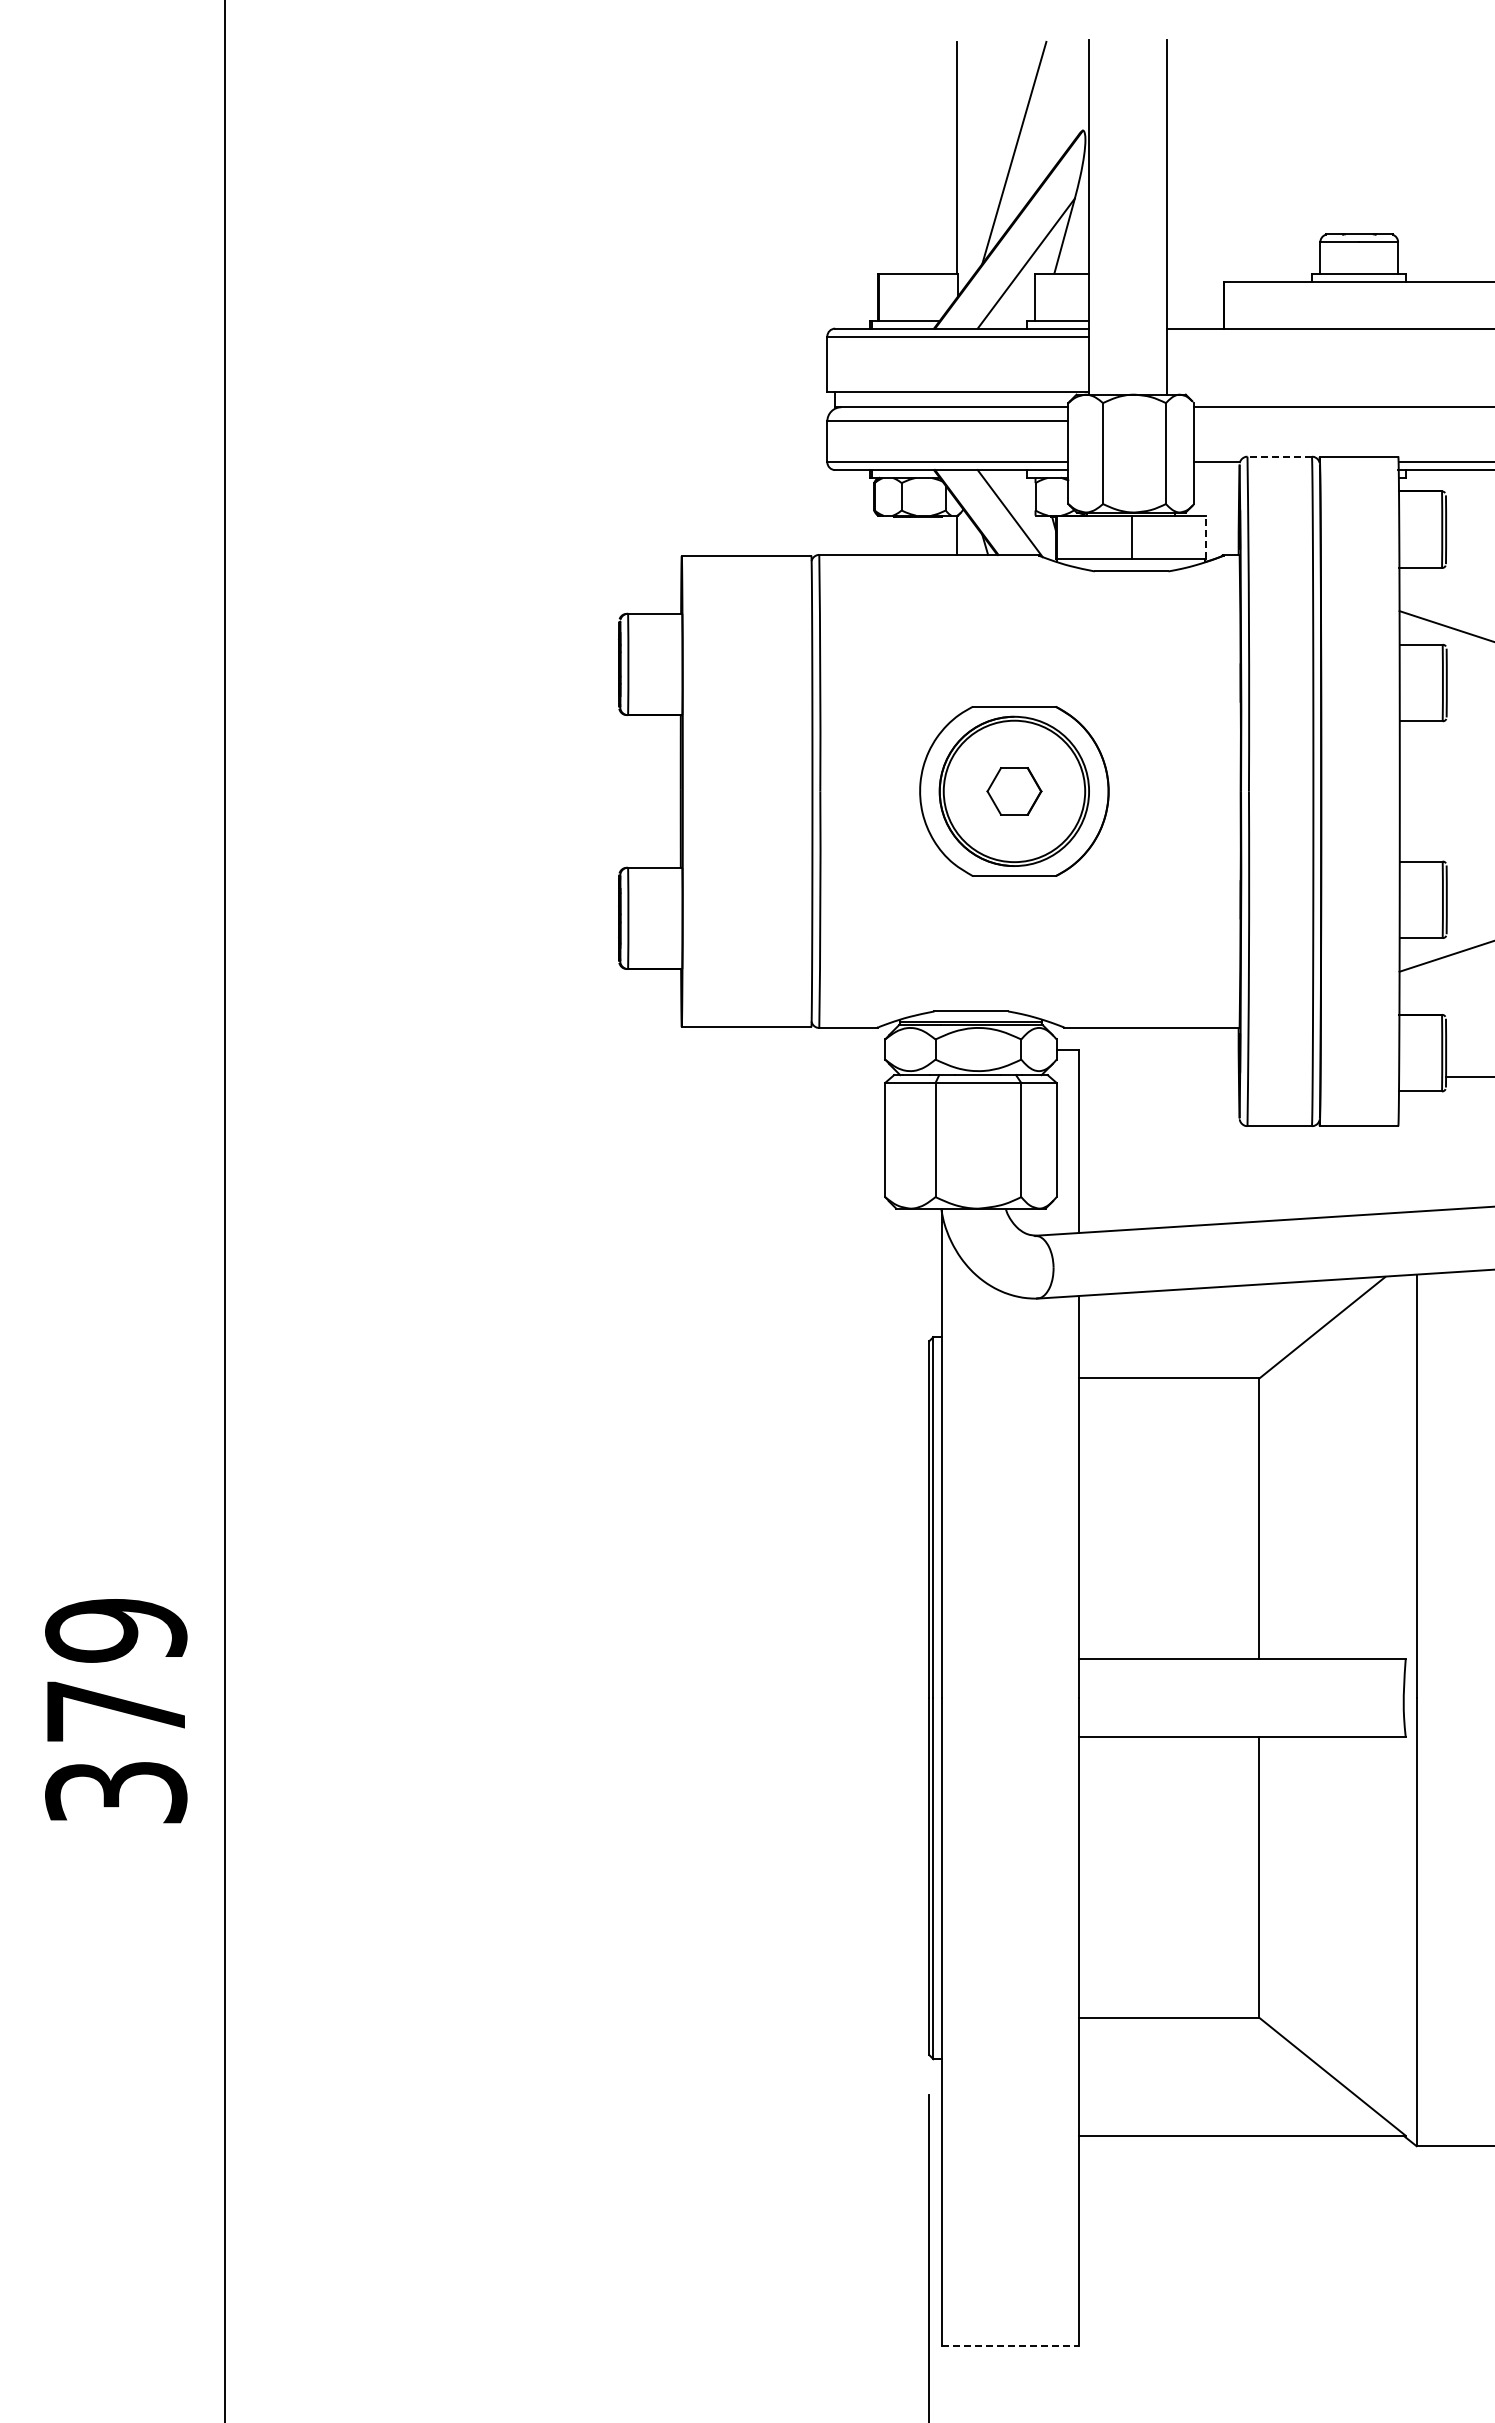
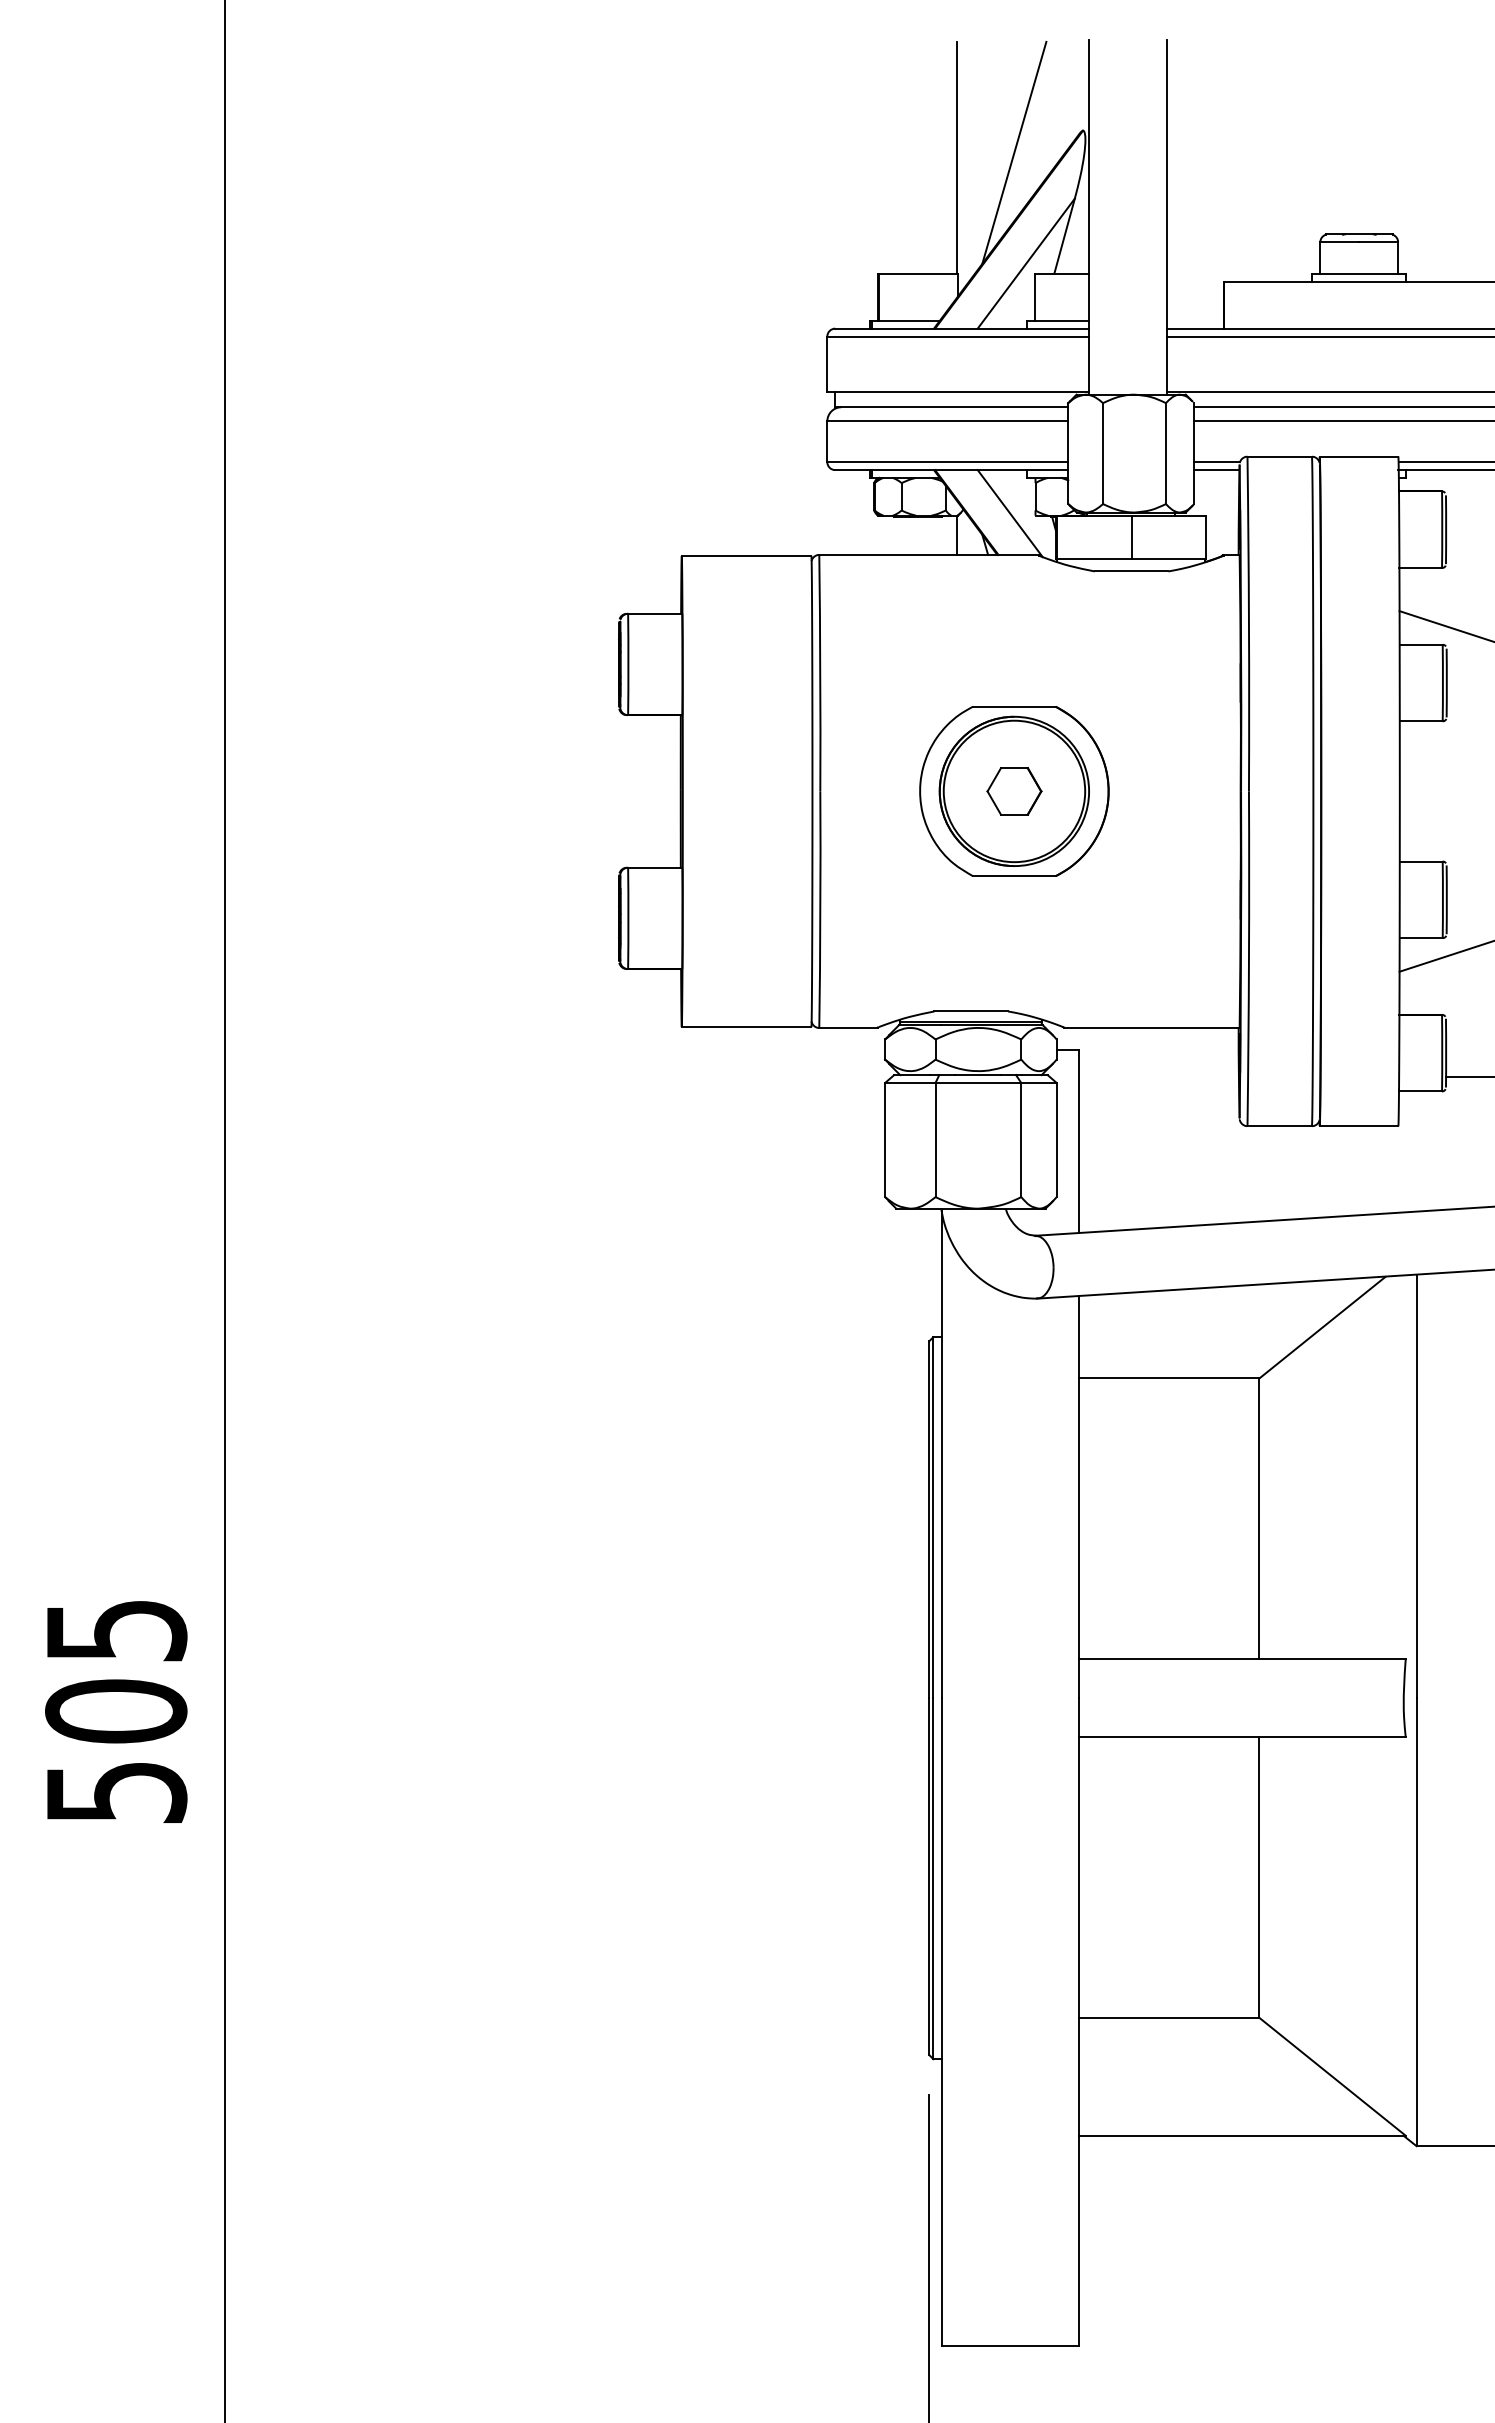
line at (1329, 336): none -> present
line at (1329, 391): none -> present
line at (1342, 421): none -> present
line at (1279, 456): dashed -> solid
line at (1216, 470): none -> present
line at (1206, 537): dashed -> solid
text at (116, 1711): 379 -> 505
line at (1010, 2346): dashed -> solid
